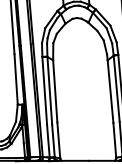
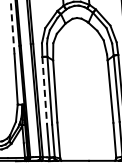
line at (12, 27): solid -> dashed
line at (44, 90): solid -> dashed
